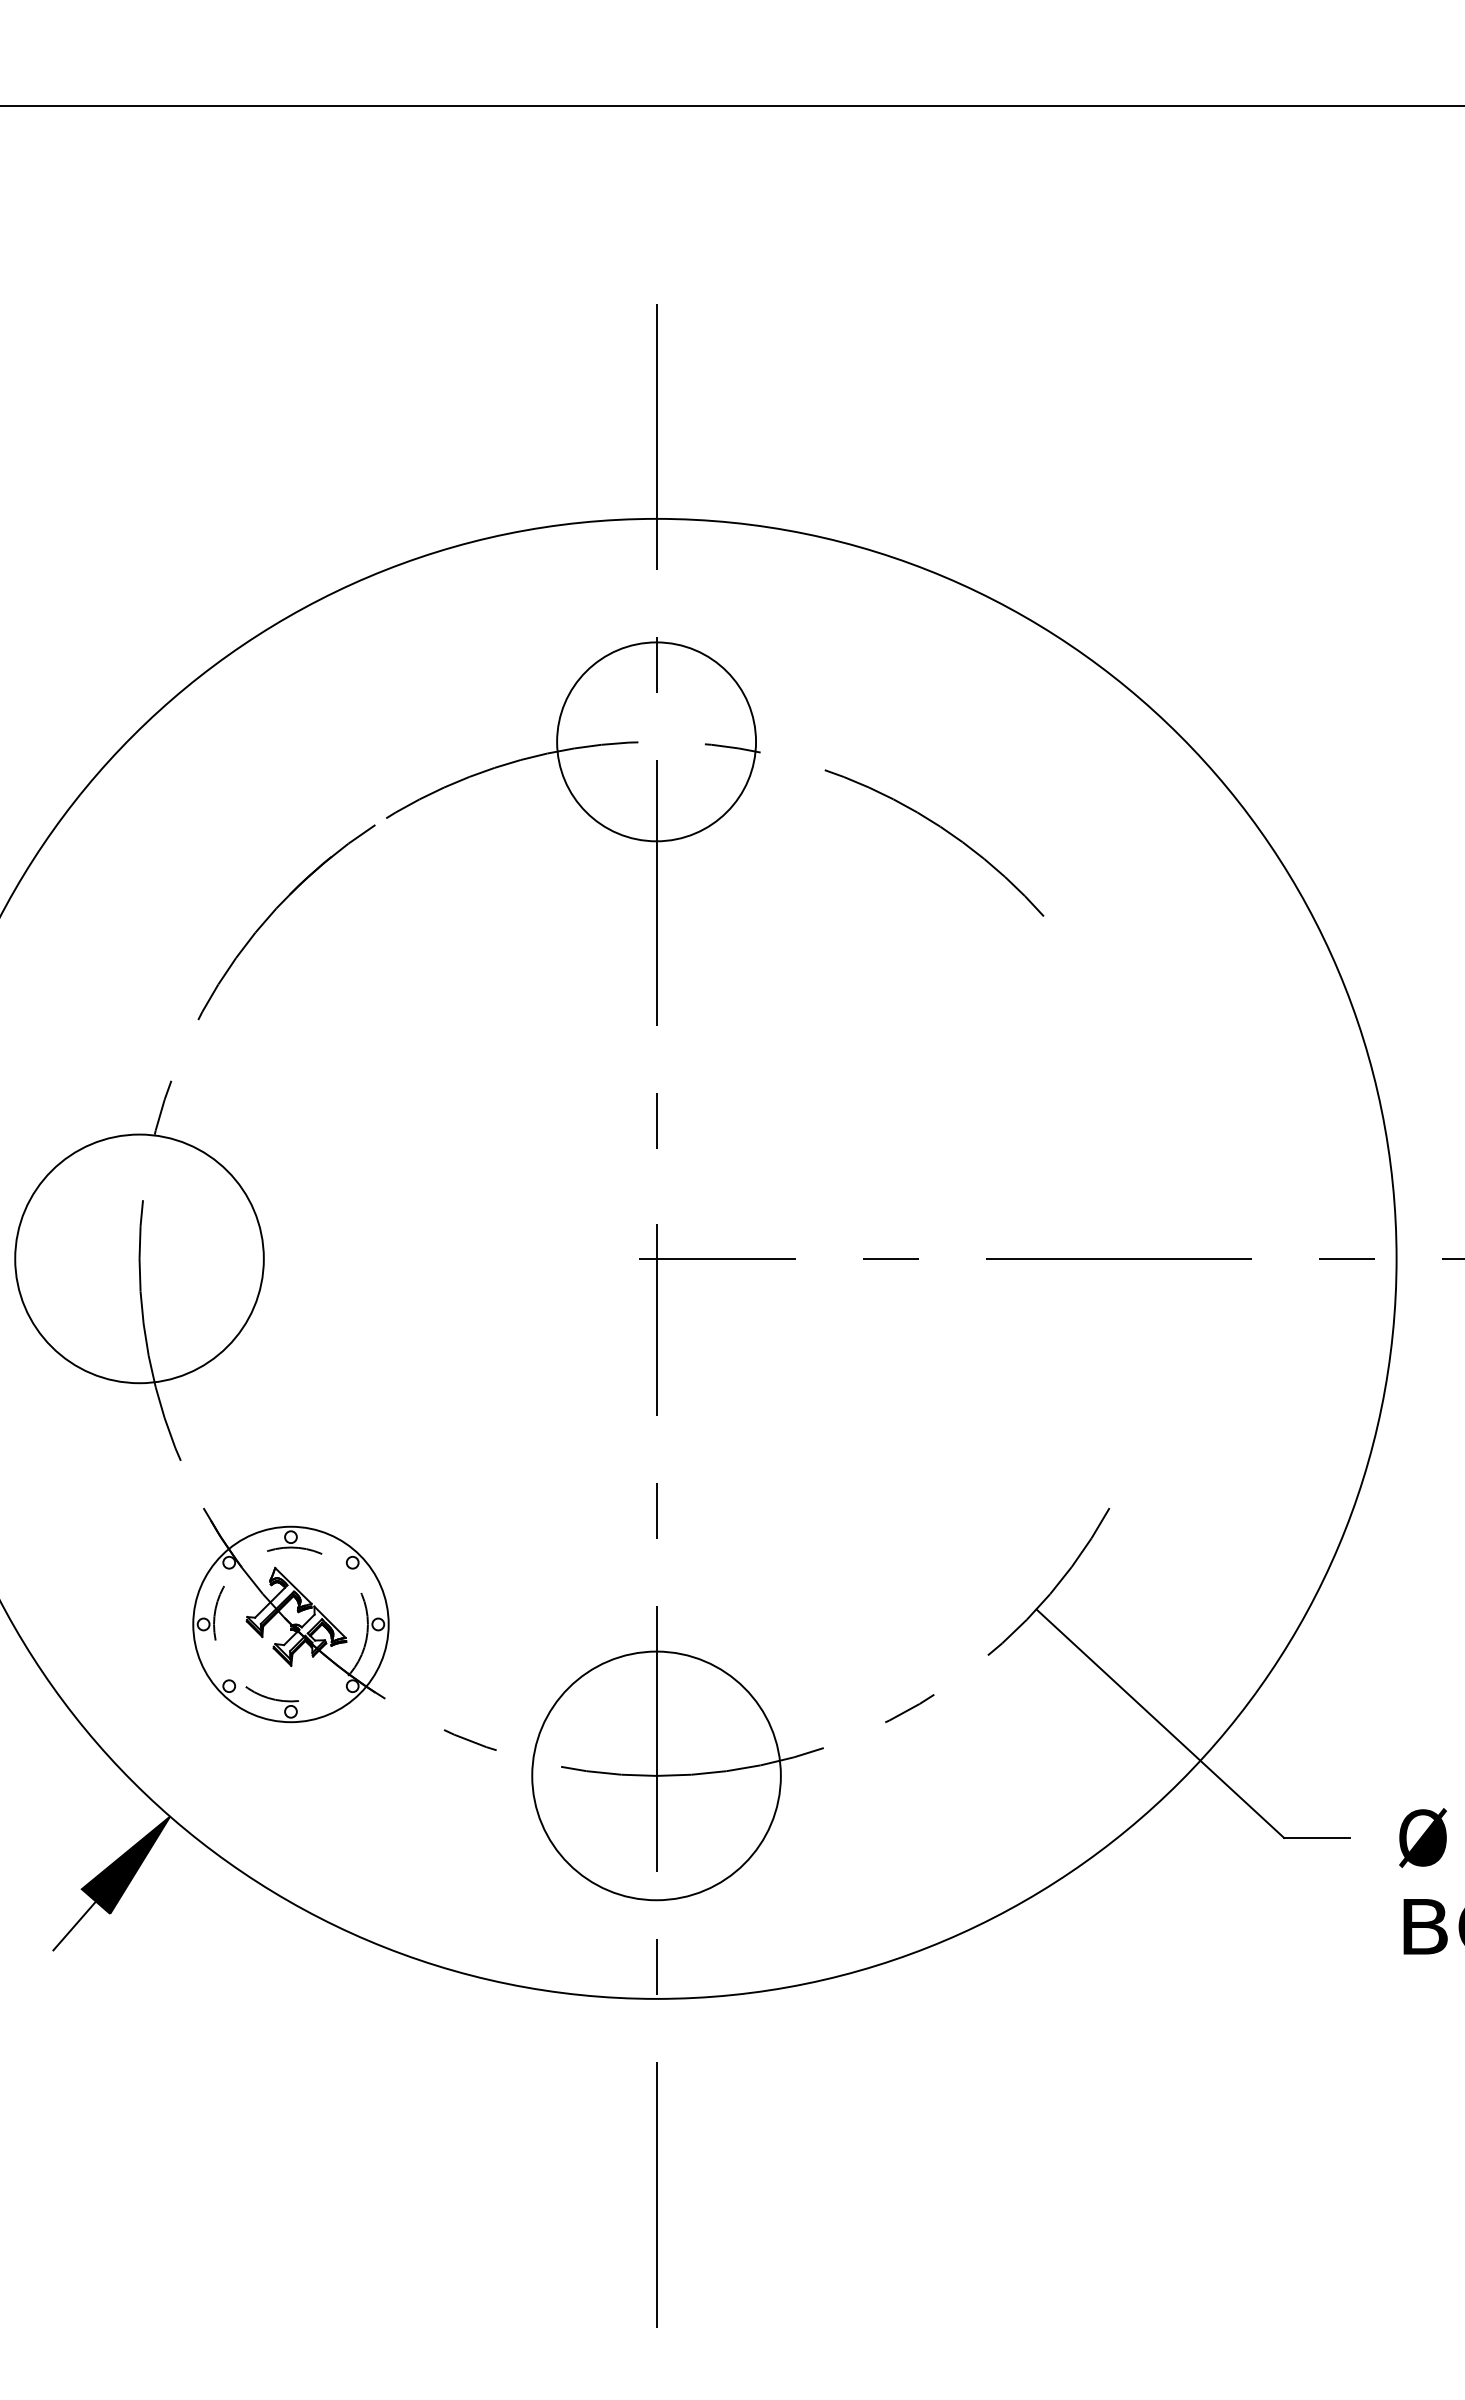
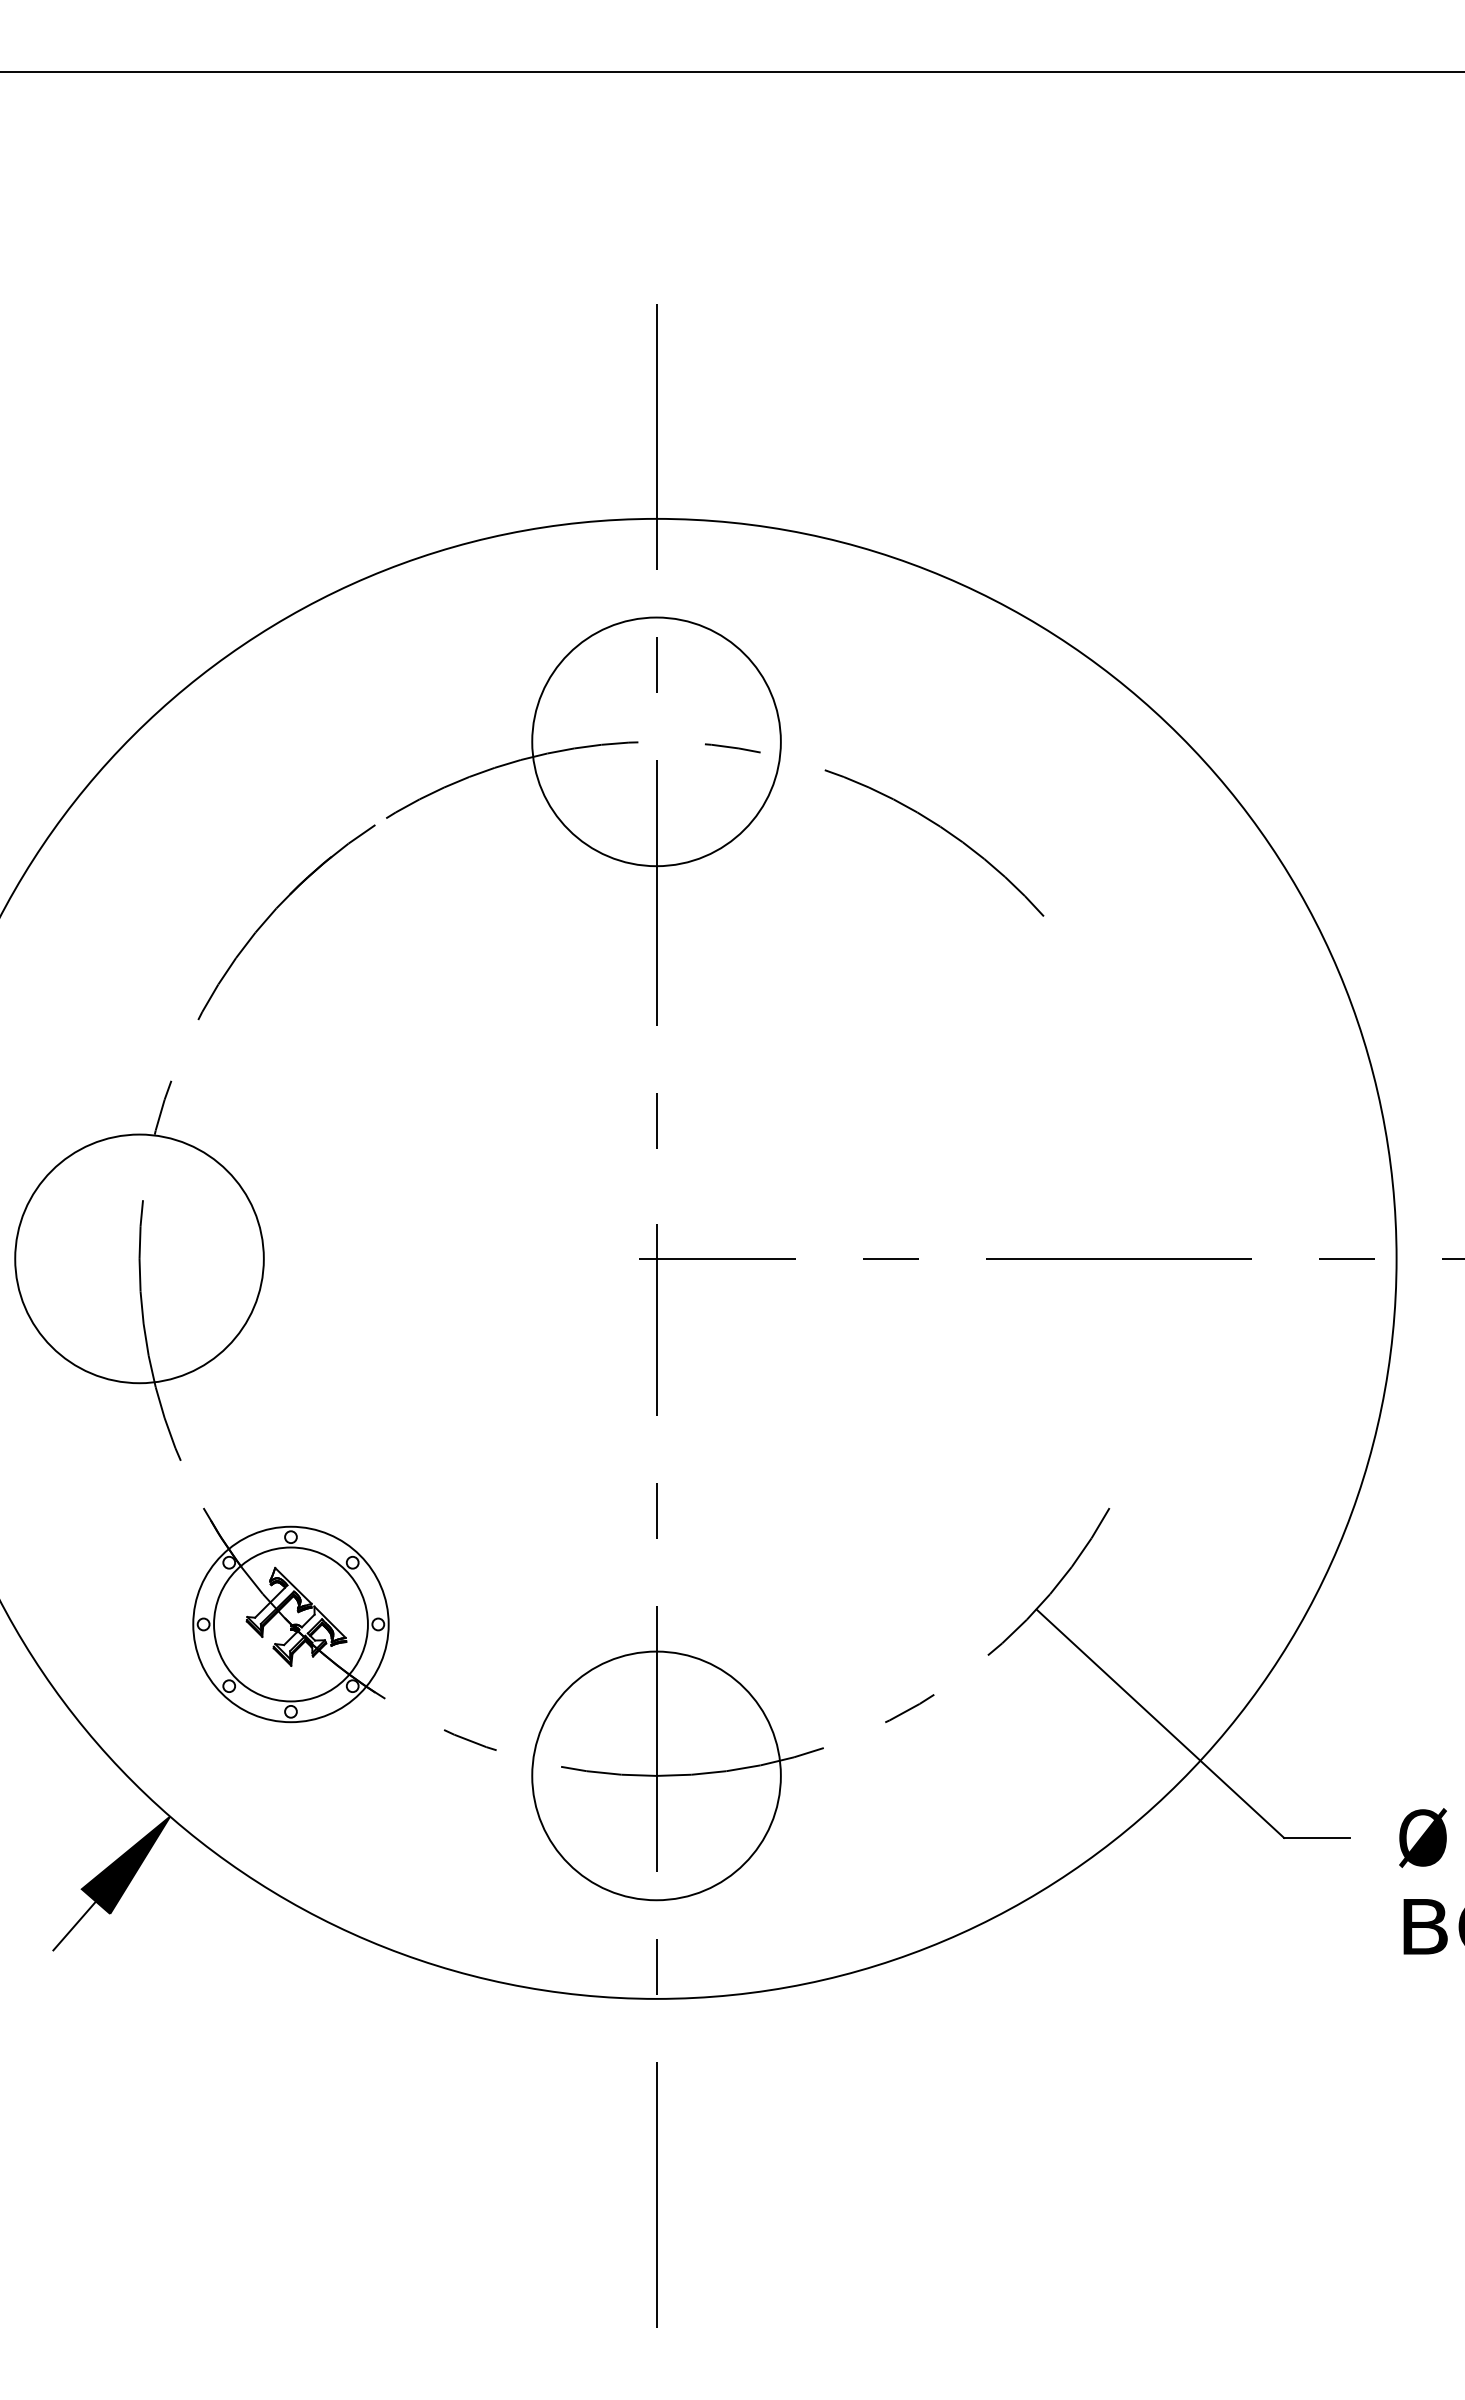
line at (731, 105) position: (731, 105) -> (731, 71)
circle at (656, 741) diameter: 199 px -> 249 px
circle at (290, 1624): dashed -> solid
